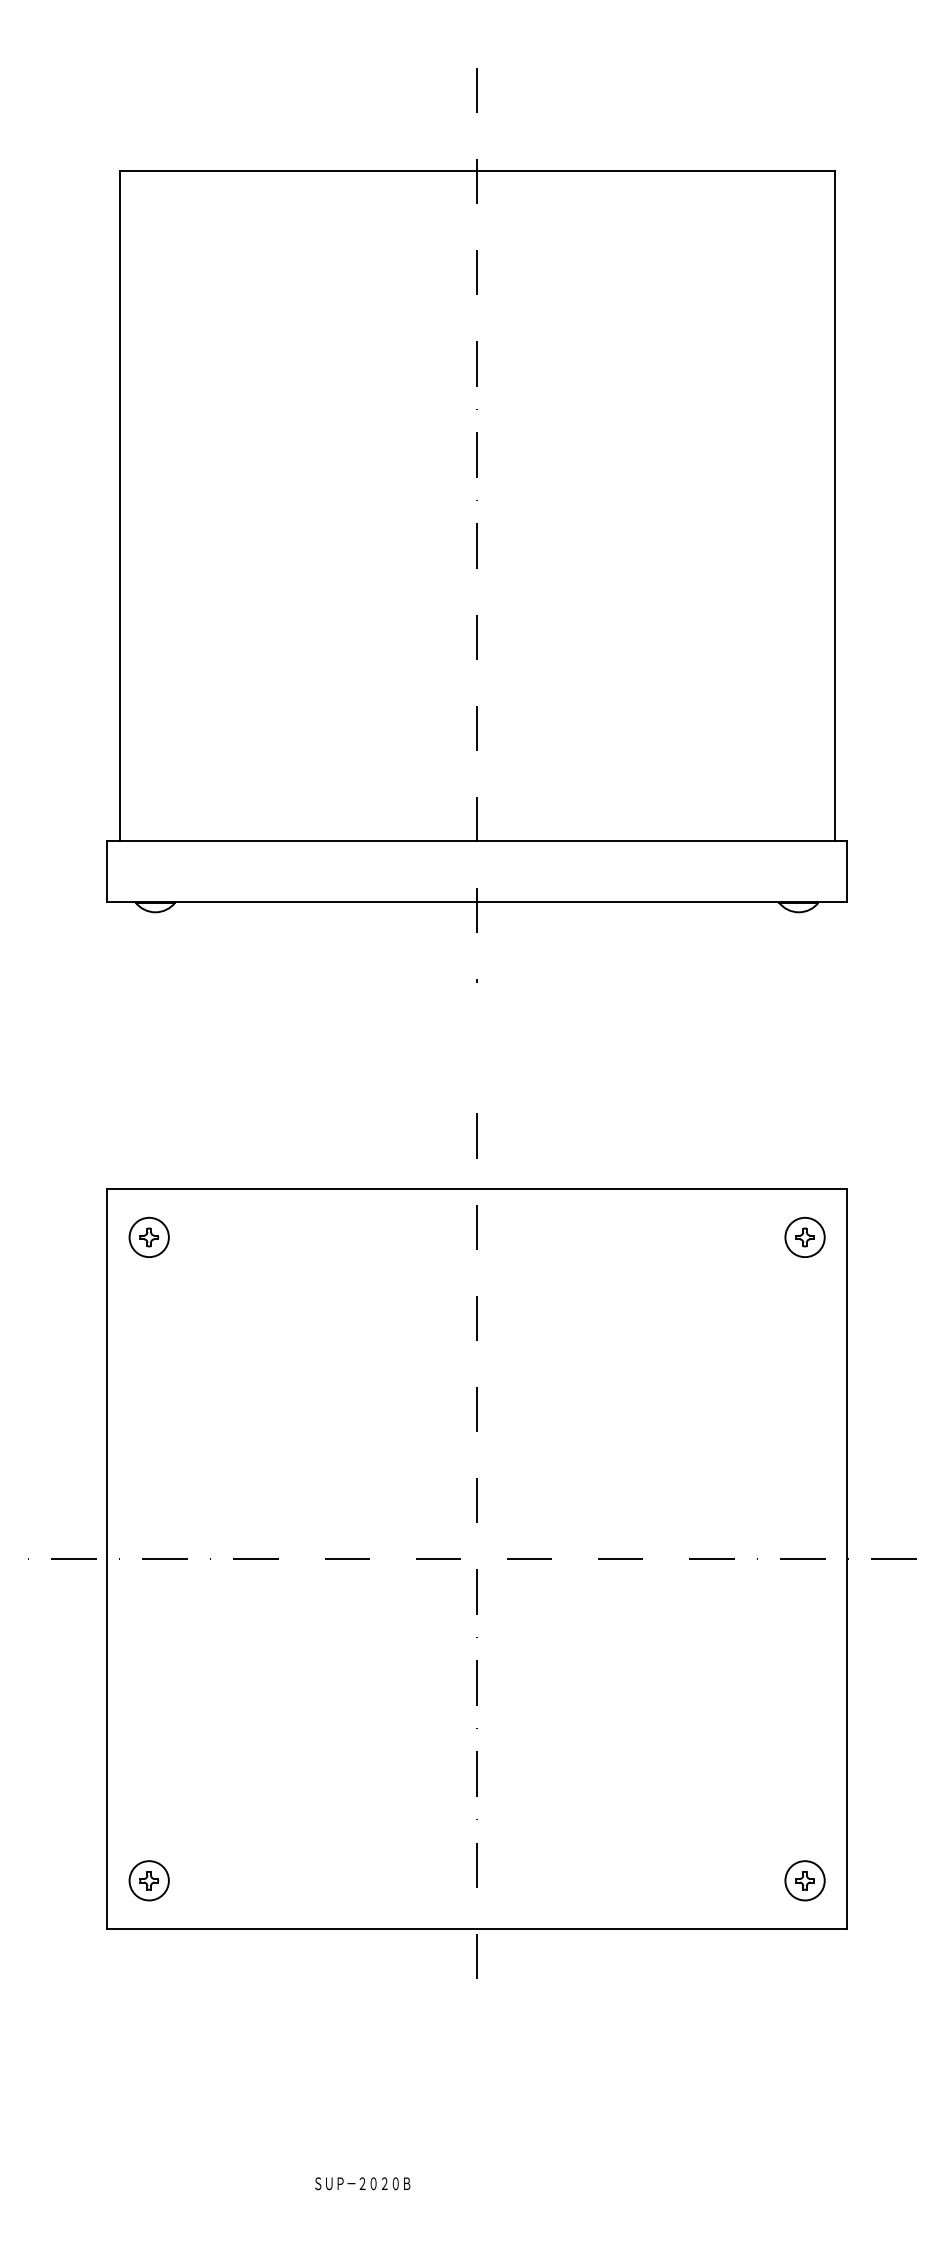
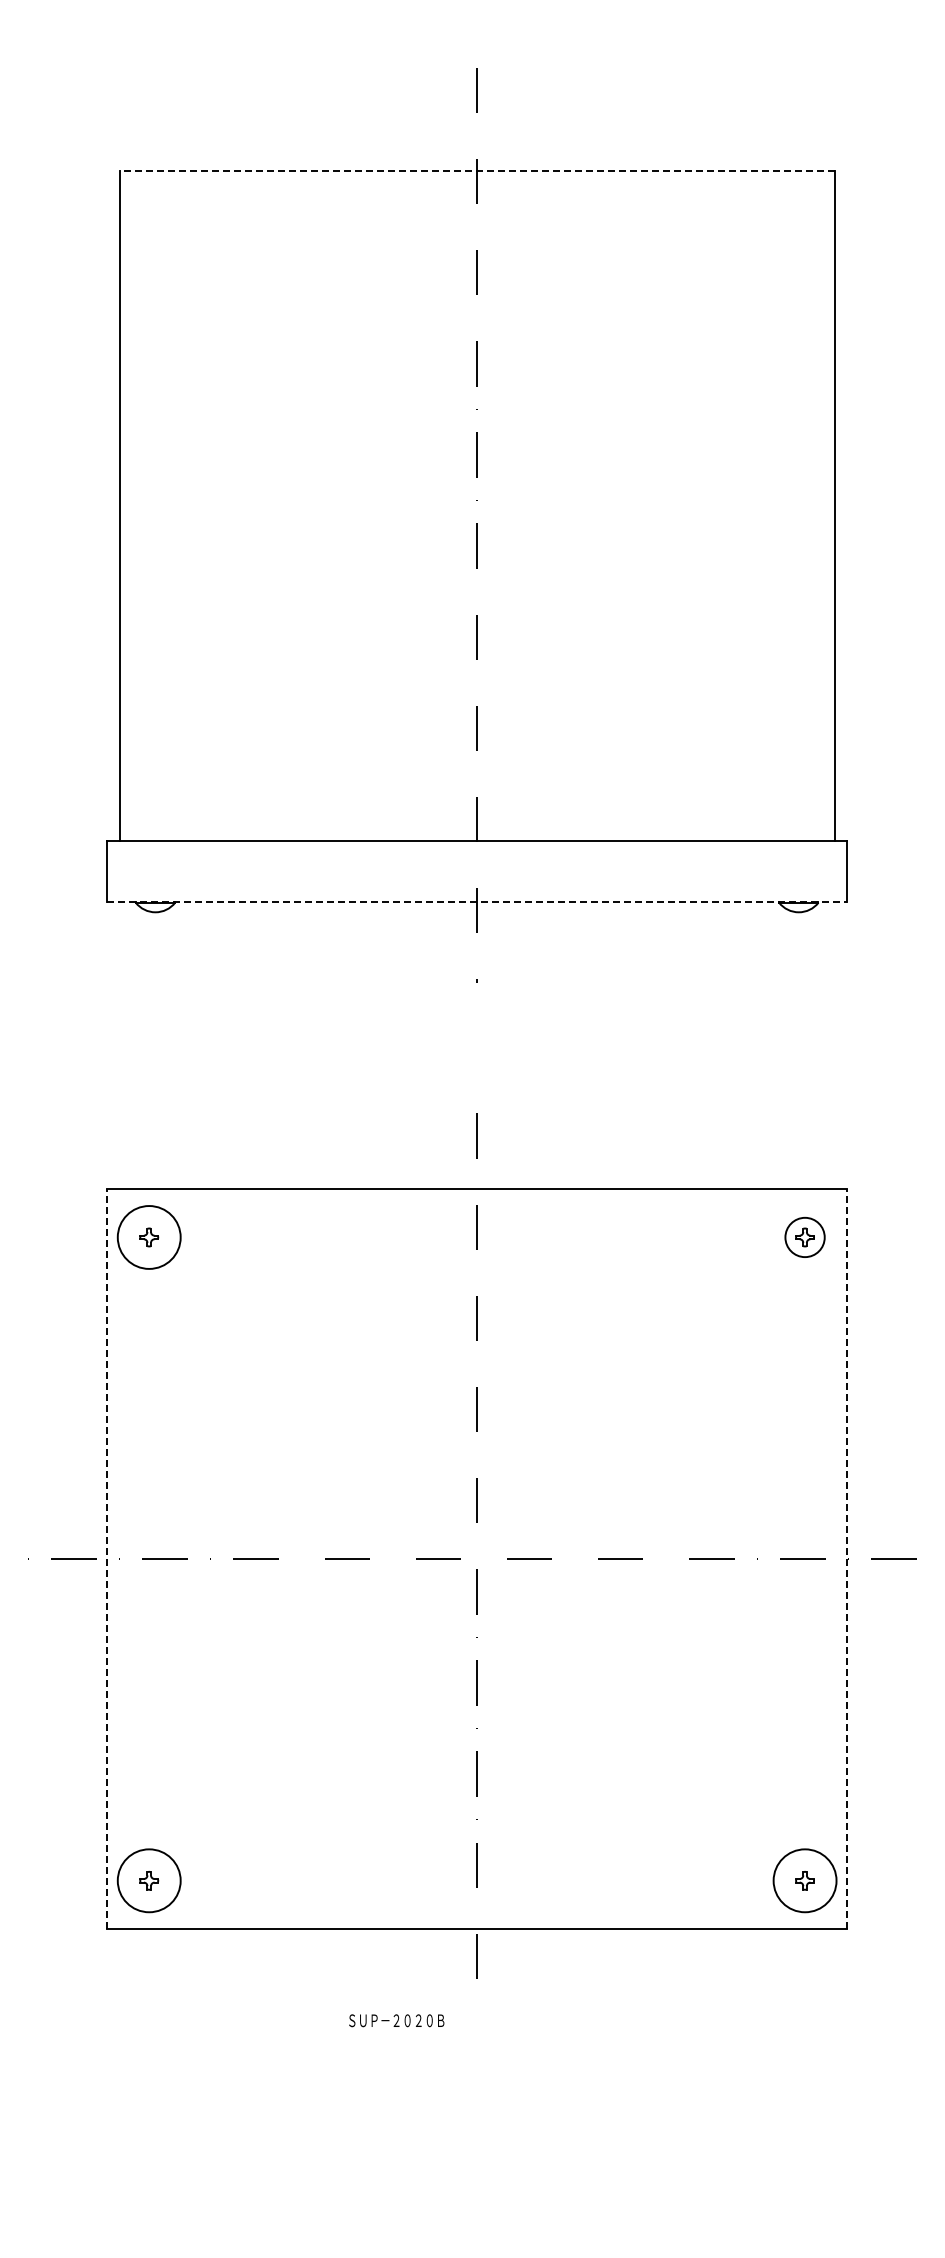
line at (476, 170): solid -> dashed
line at (477, 901): solid -> dashed
circle at (148, 1237) diameter: 39 px -> 63 px
line at (107, 1559): solid -> dashed
line at (847, 1559): solid -> dashed
circle at (148, 1880) diameter: 39 px -> 63 px
circle at (804, 1880) diameter: 39 px -> 63 px
text at (362, 2183) position: (362, 2183) -> (396, 2020)
